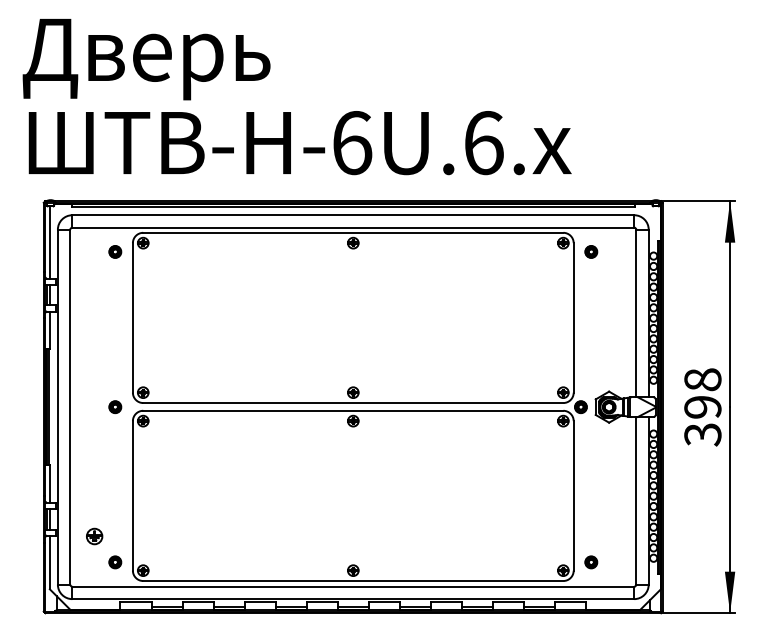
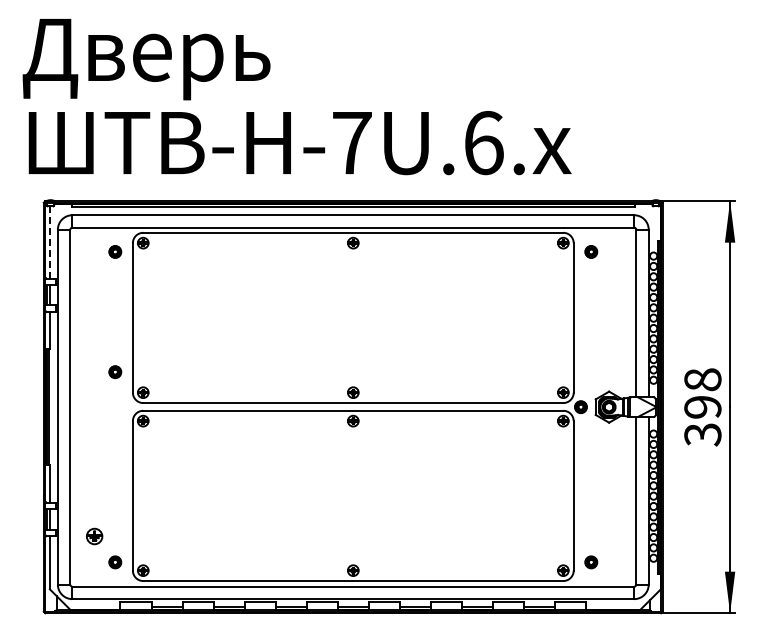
text at (352, 143): -6U.6.x -> -7U.6.x
line at (49, 242): solid -> dashed
part at (115, 407) position: (115, 407) -> (115, 372)
